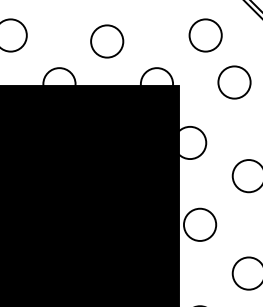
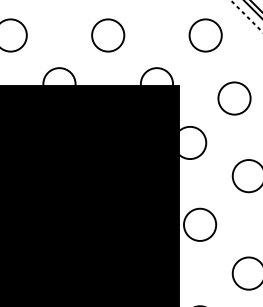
line at (245, 15): none -> present
circle at (107, 41) position: (107, 41) -> (108, 35)
circle at (234, 82) position: (234, 82) -> (234, 98)
